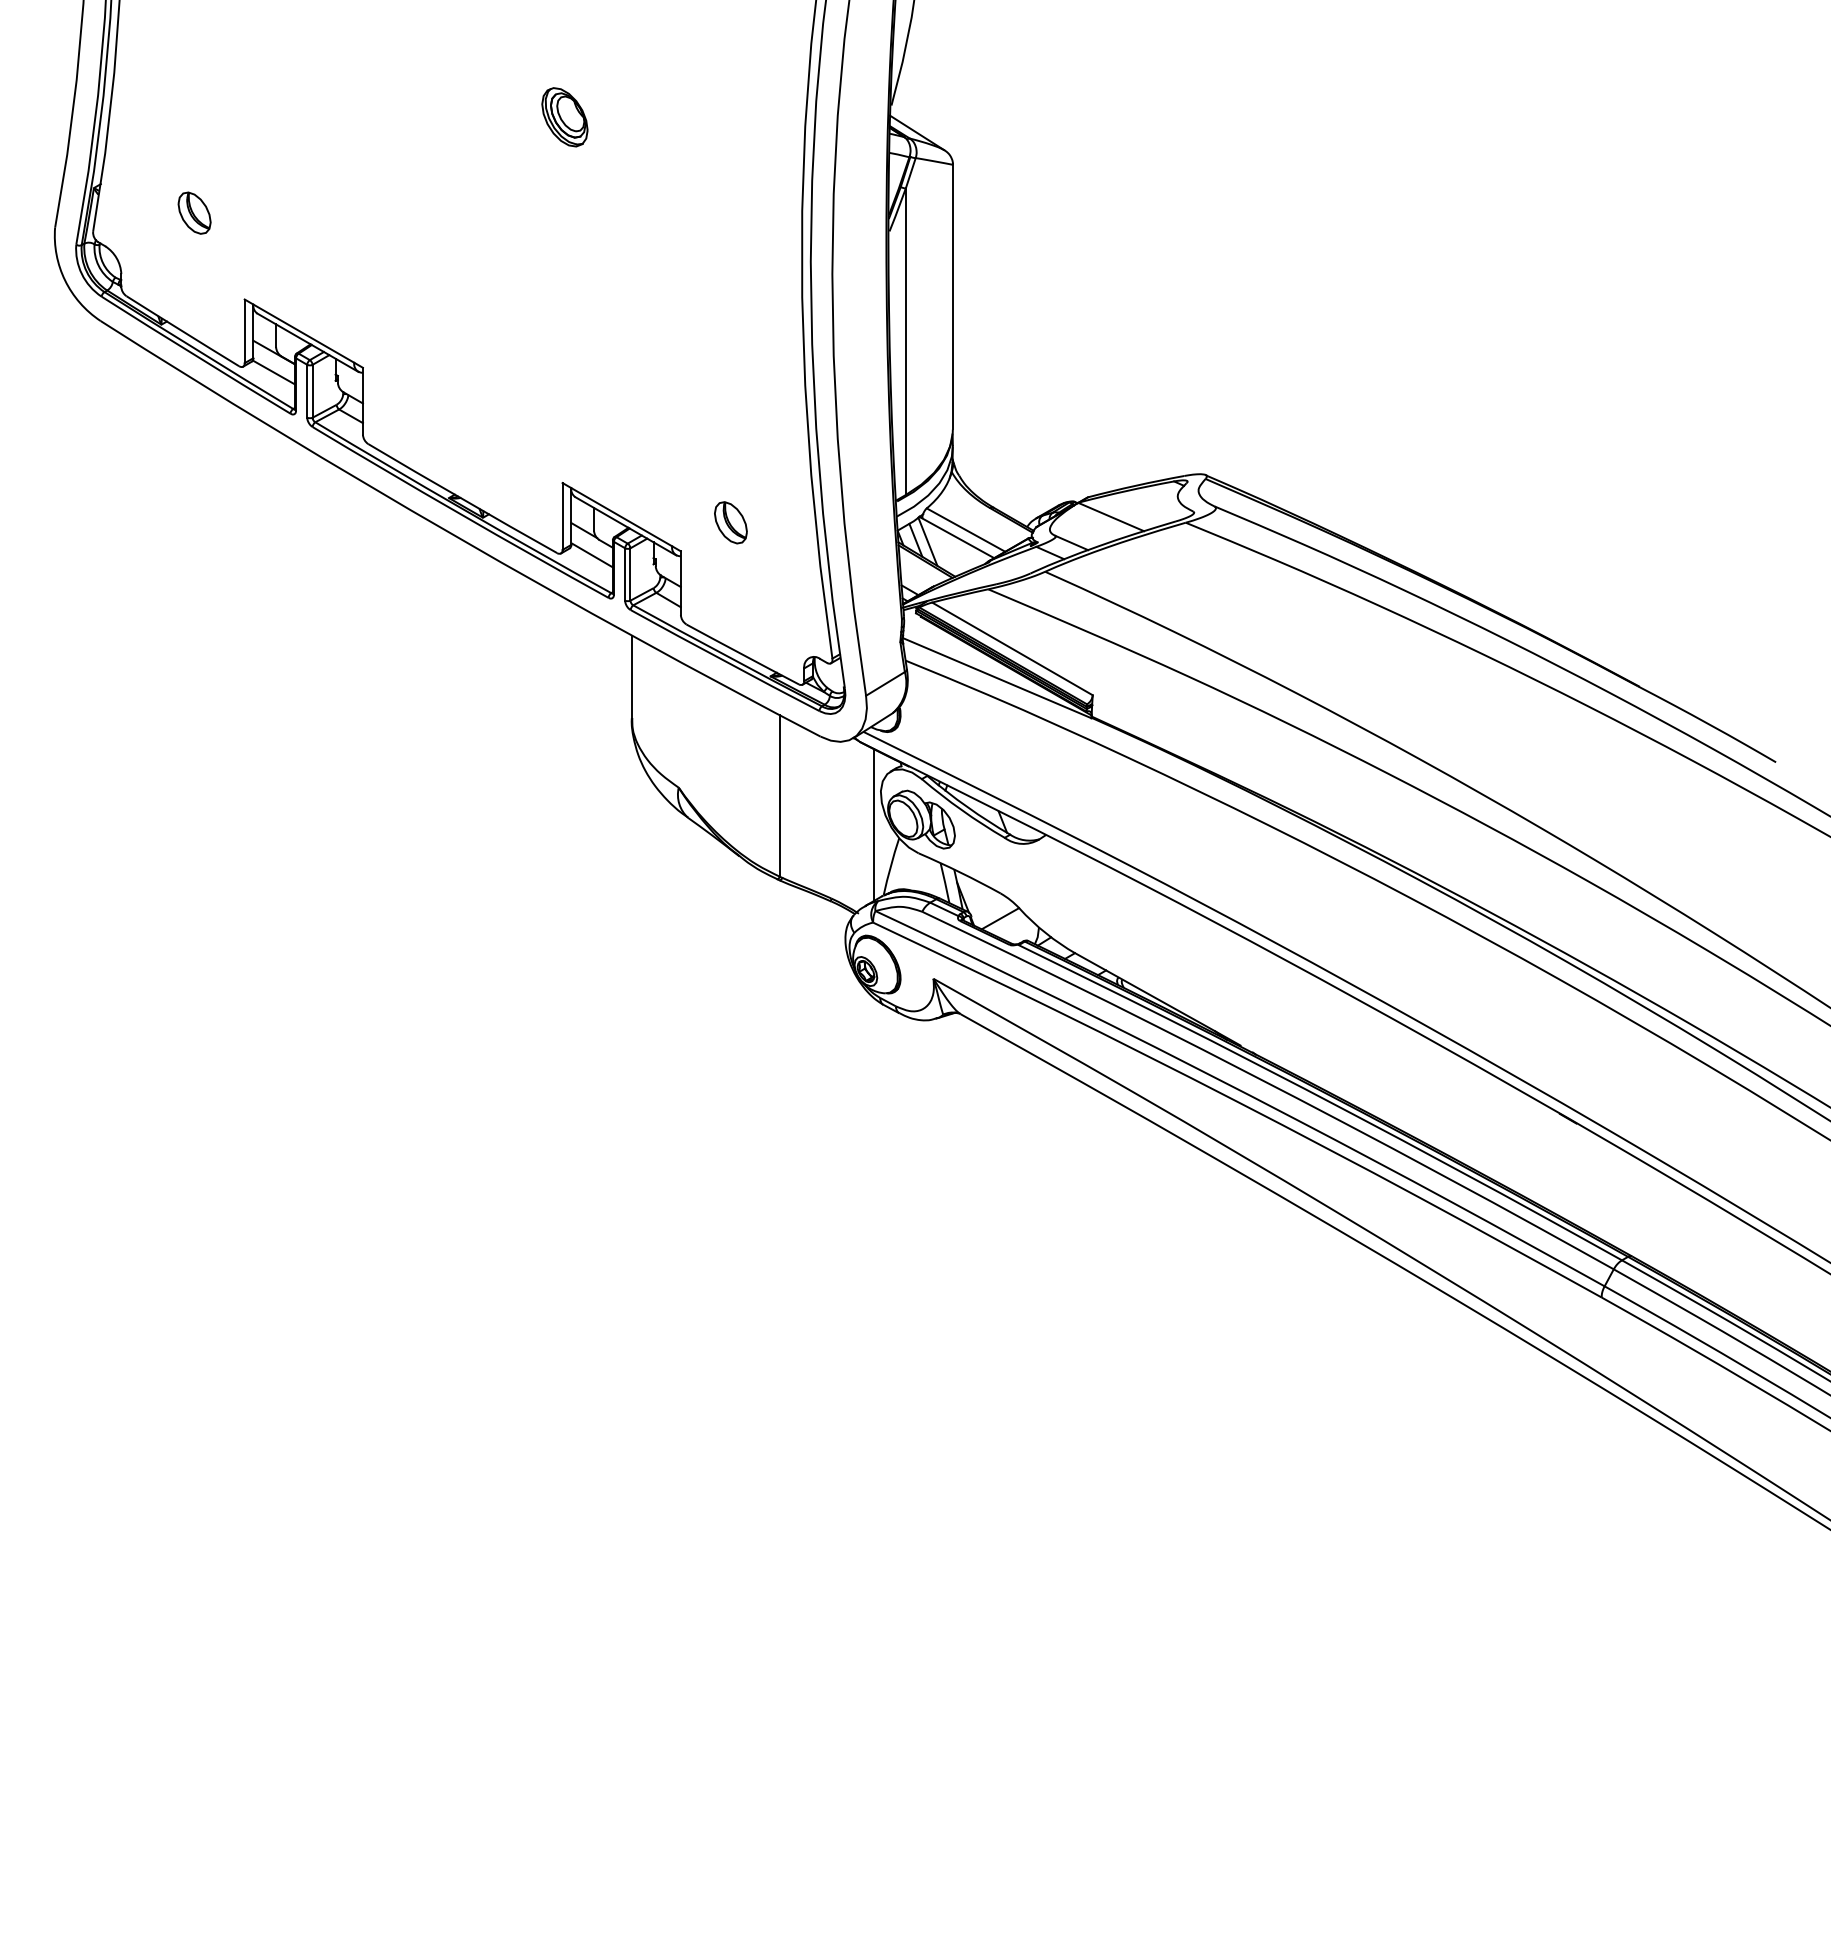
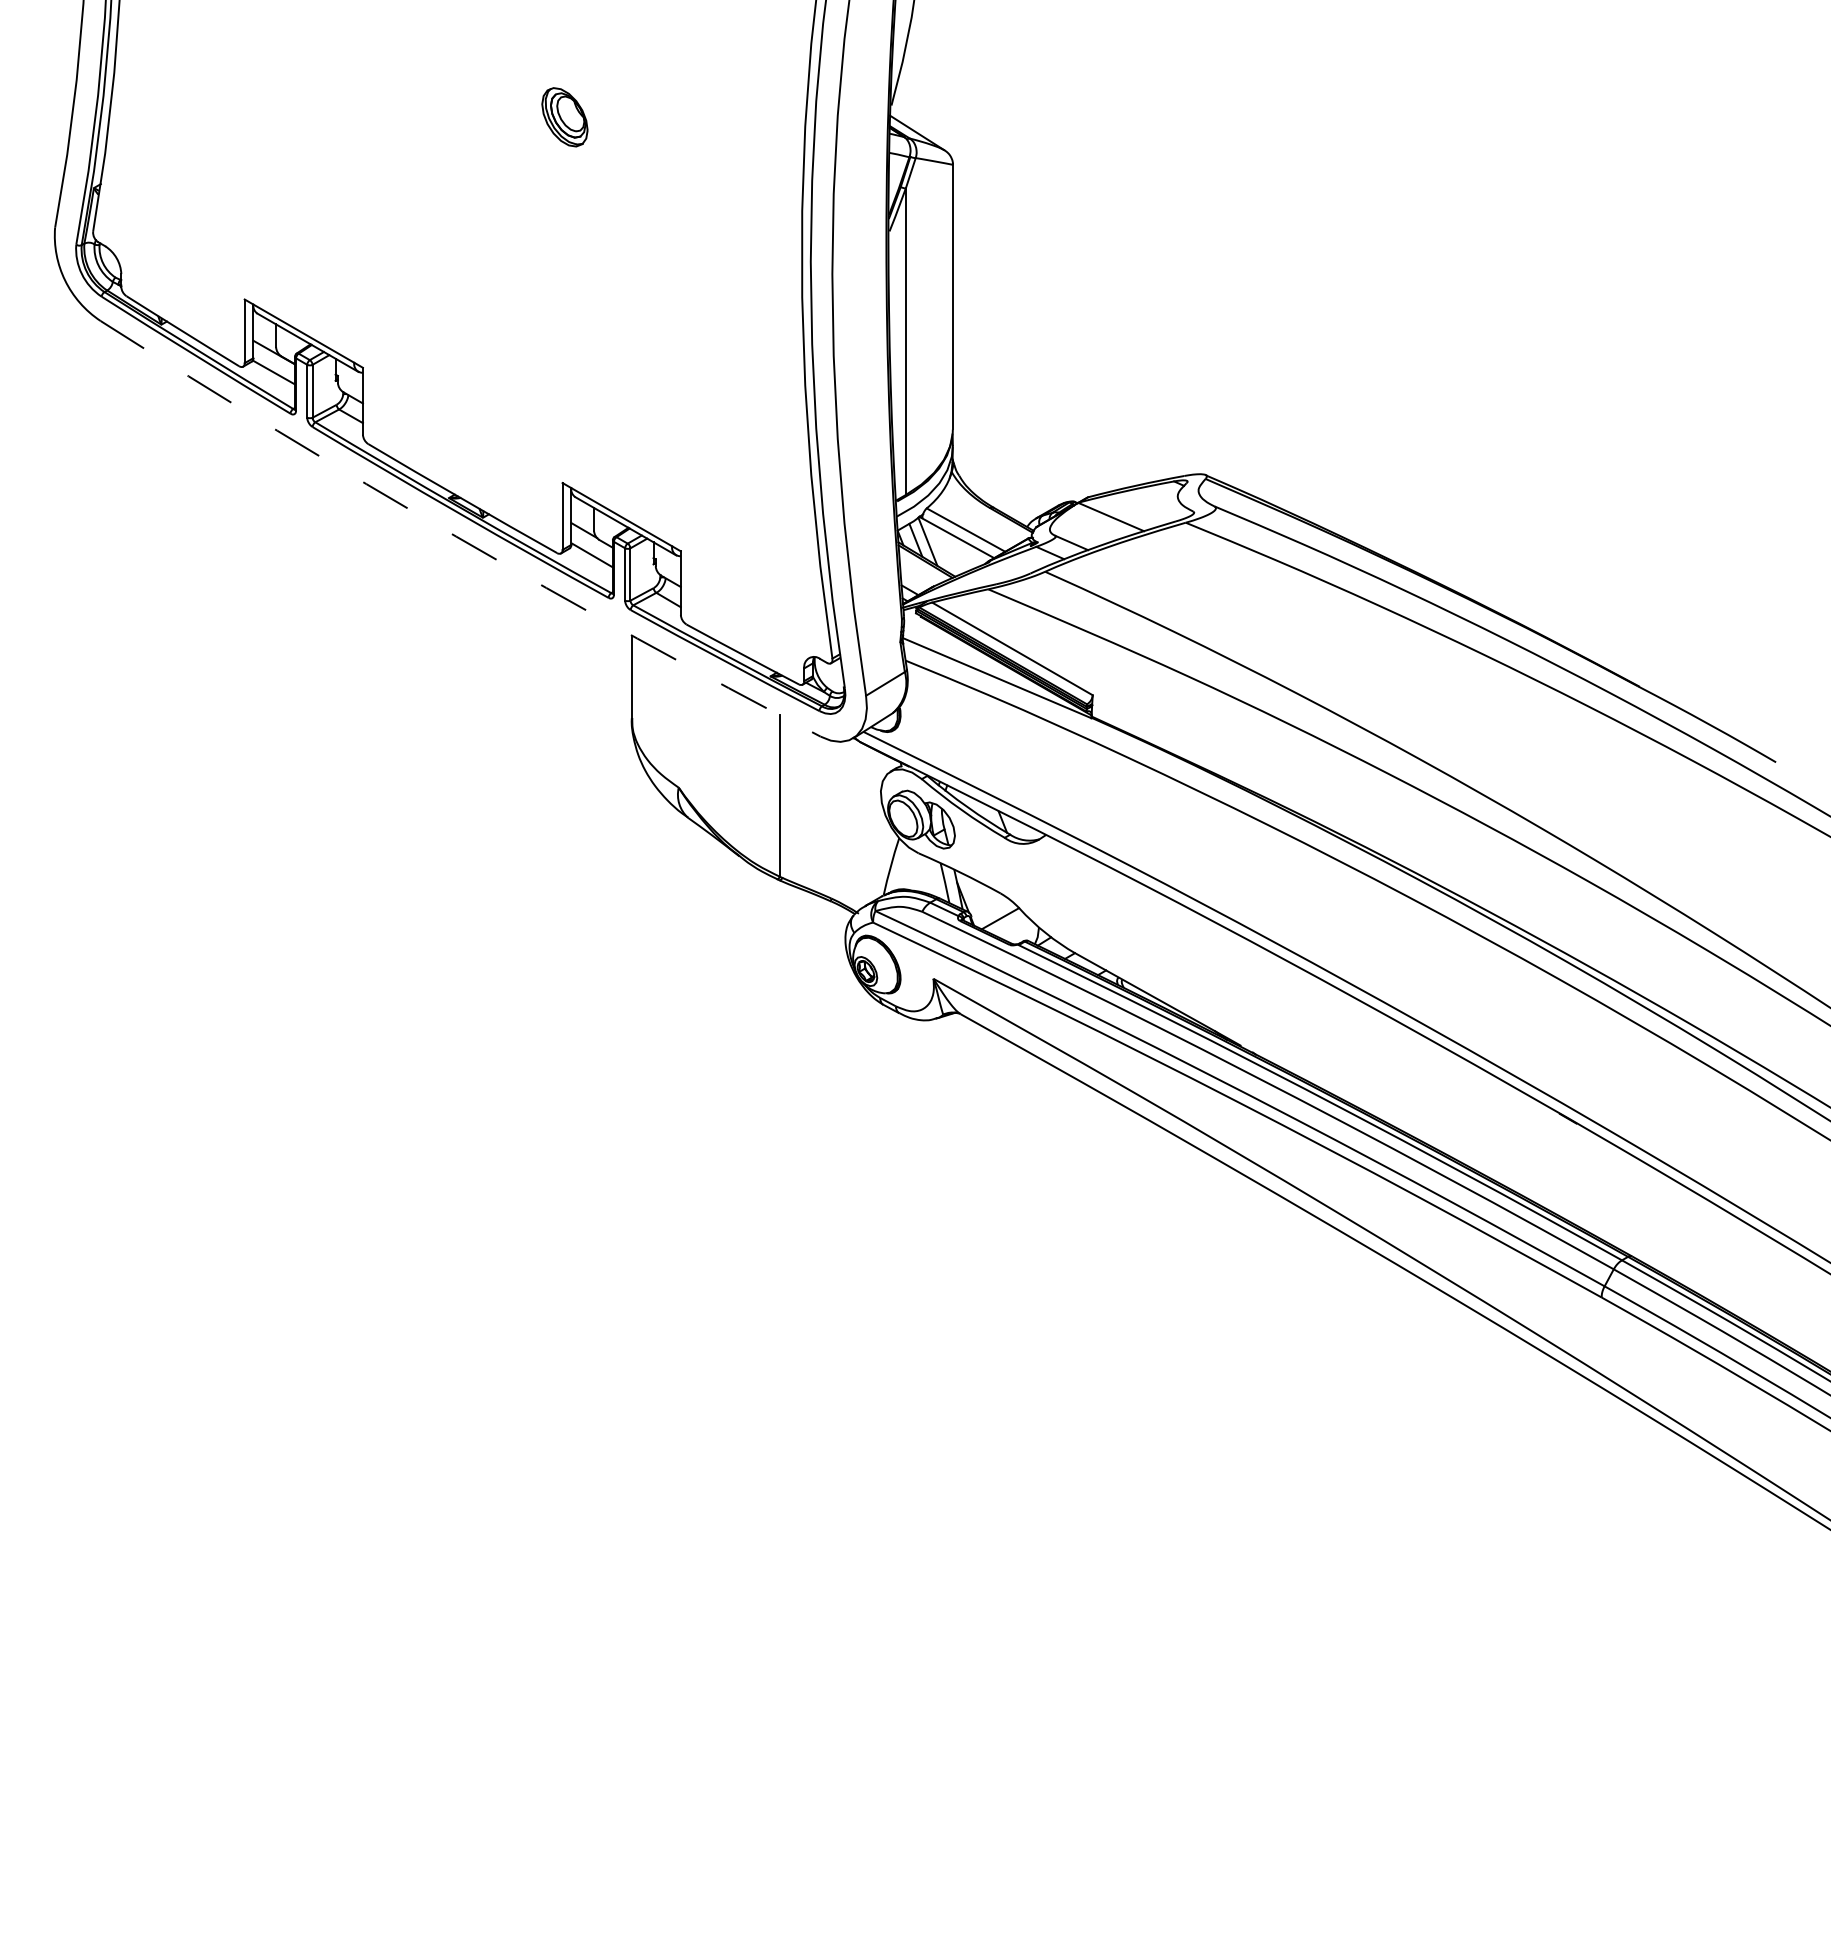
part at (194, 212): present -> none
part at (730, 522): present -> none
arc at (456, 536): solid -> dashed
line at (873, 825): present -> none
